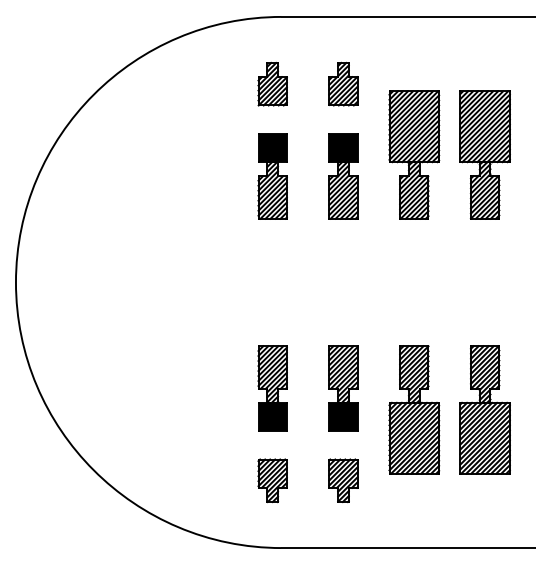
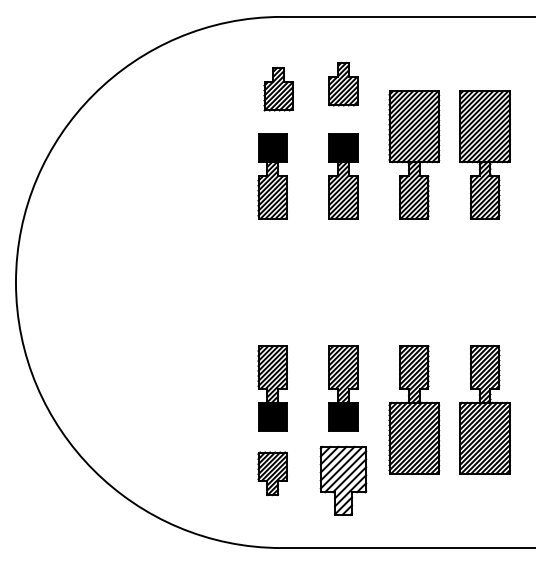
part at (272, 83) position: (272, 83) -> (278, 88)
part at (272, 480) position: (272, 480) -> (272, 473)
part at (343, 480) size: 31x45 px -> 49x71 px
